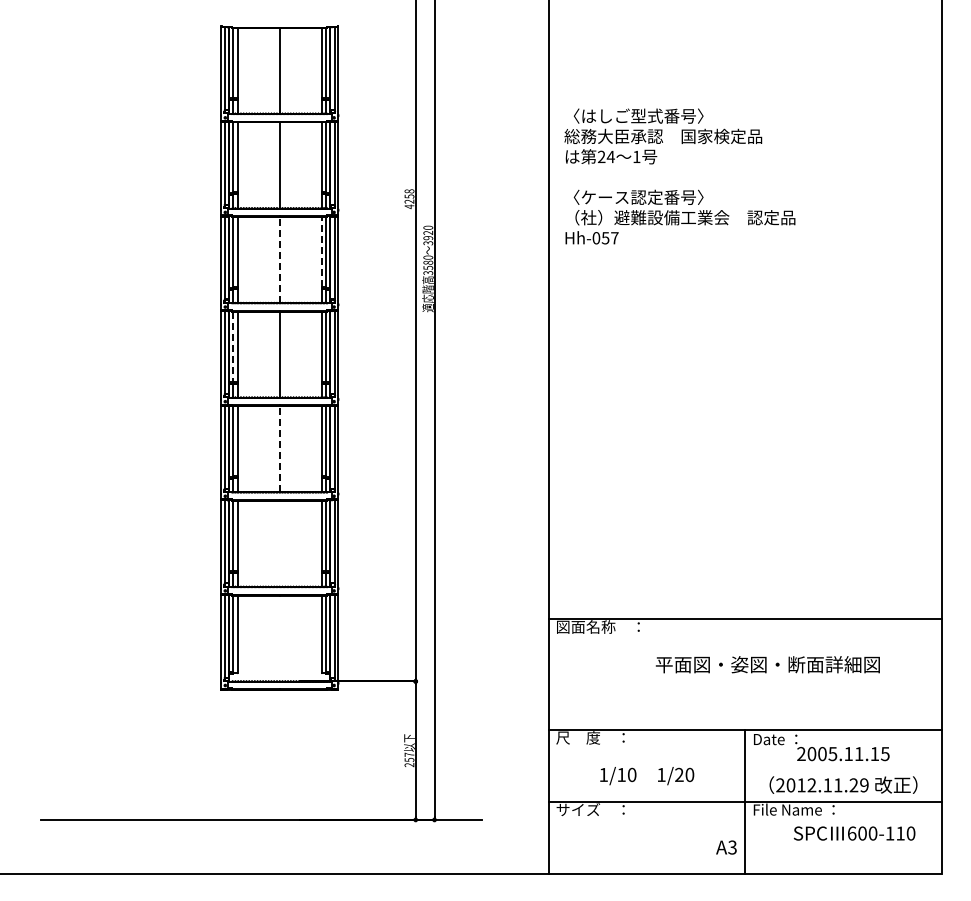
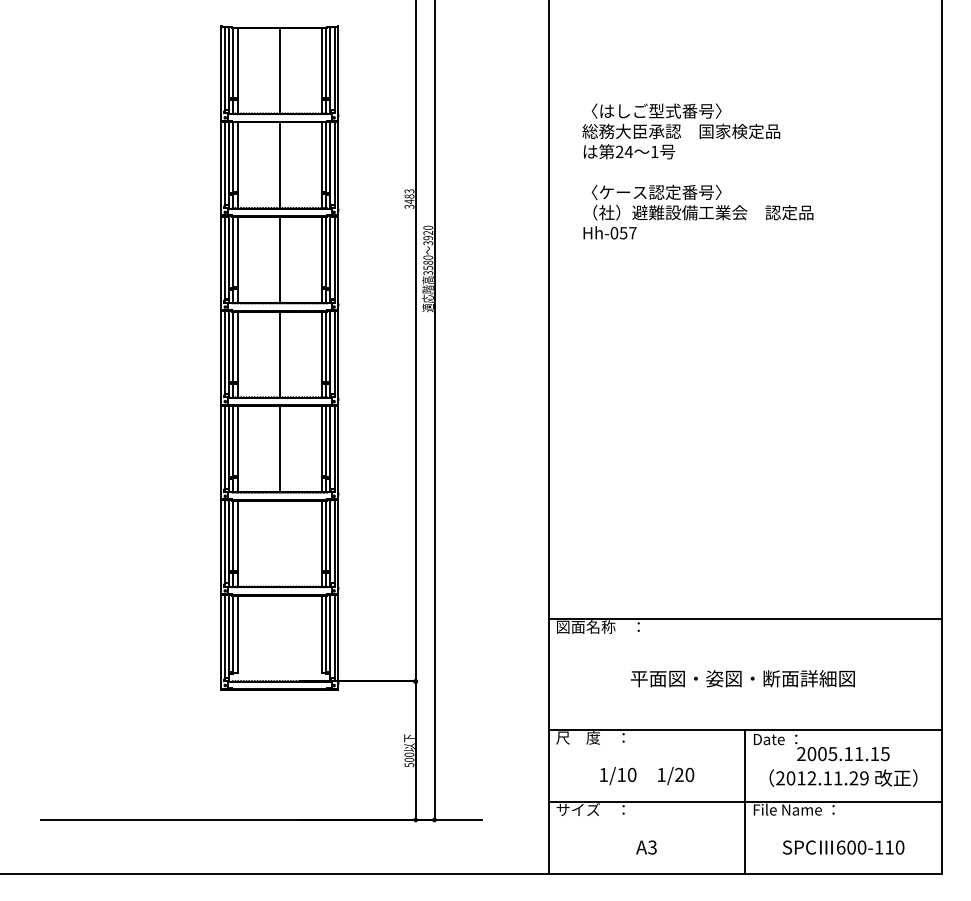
text at (679, 176) position: (679, 176) -> (697, 171)
text at (409, 199): 4258 -> 3483
line at (321, 251): dashed -> solid
line at (279, 260): dashed -> solid
line at (233, 347): dashed -> solid
line at (279, 449): dashed -> solid
text at (767, 664) position: (767, 664) -> (742, 678)
text at (409, 759): 257 -> 500
text at (843, 784) position: (843, 784) -> (843, 777)
text at (854, 833) position: (854, 833) -> (843, 847)
text at (726, 847) position: (726, 847) -> (646, 847)
